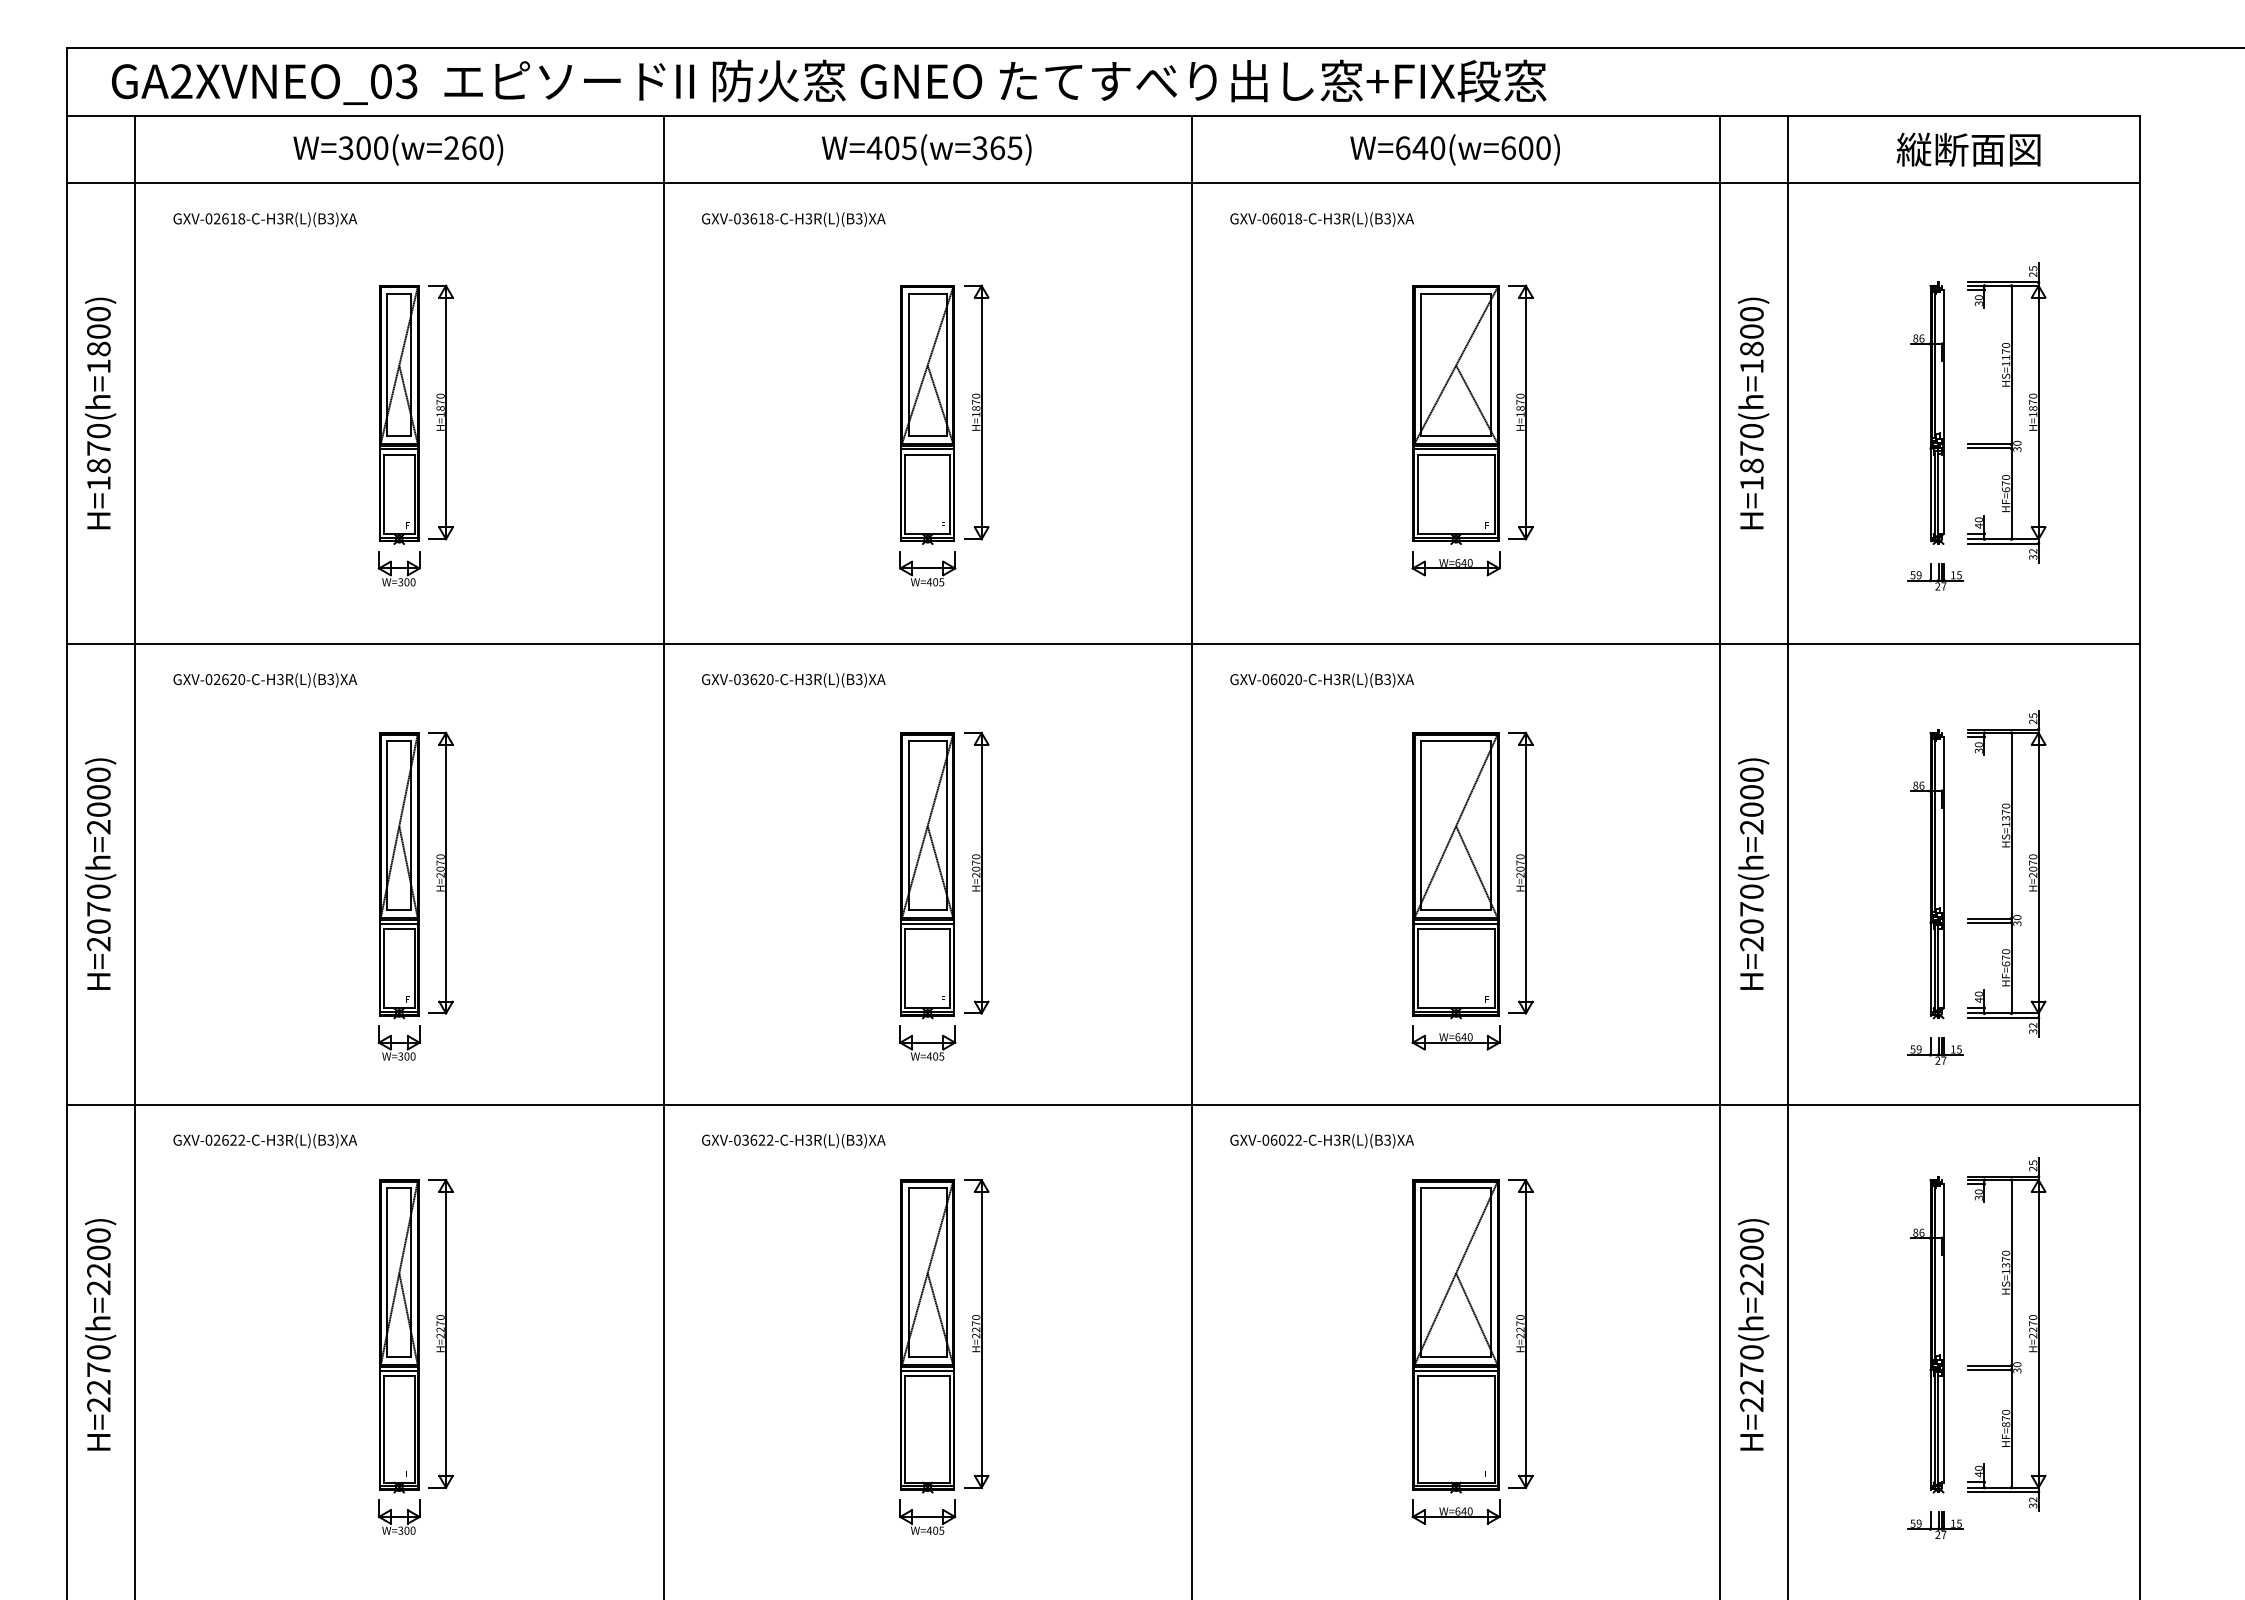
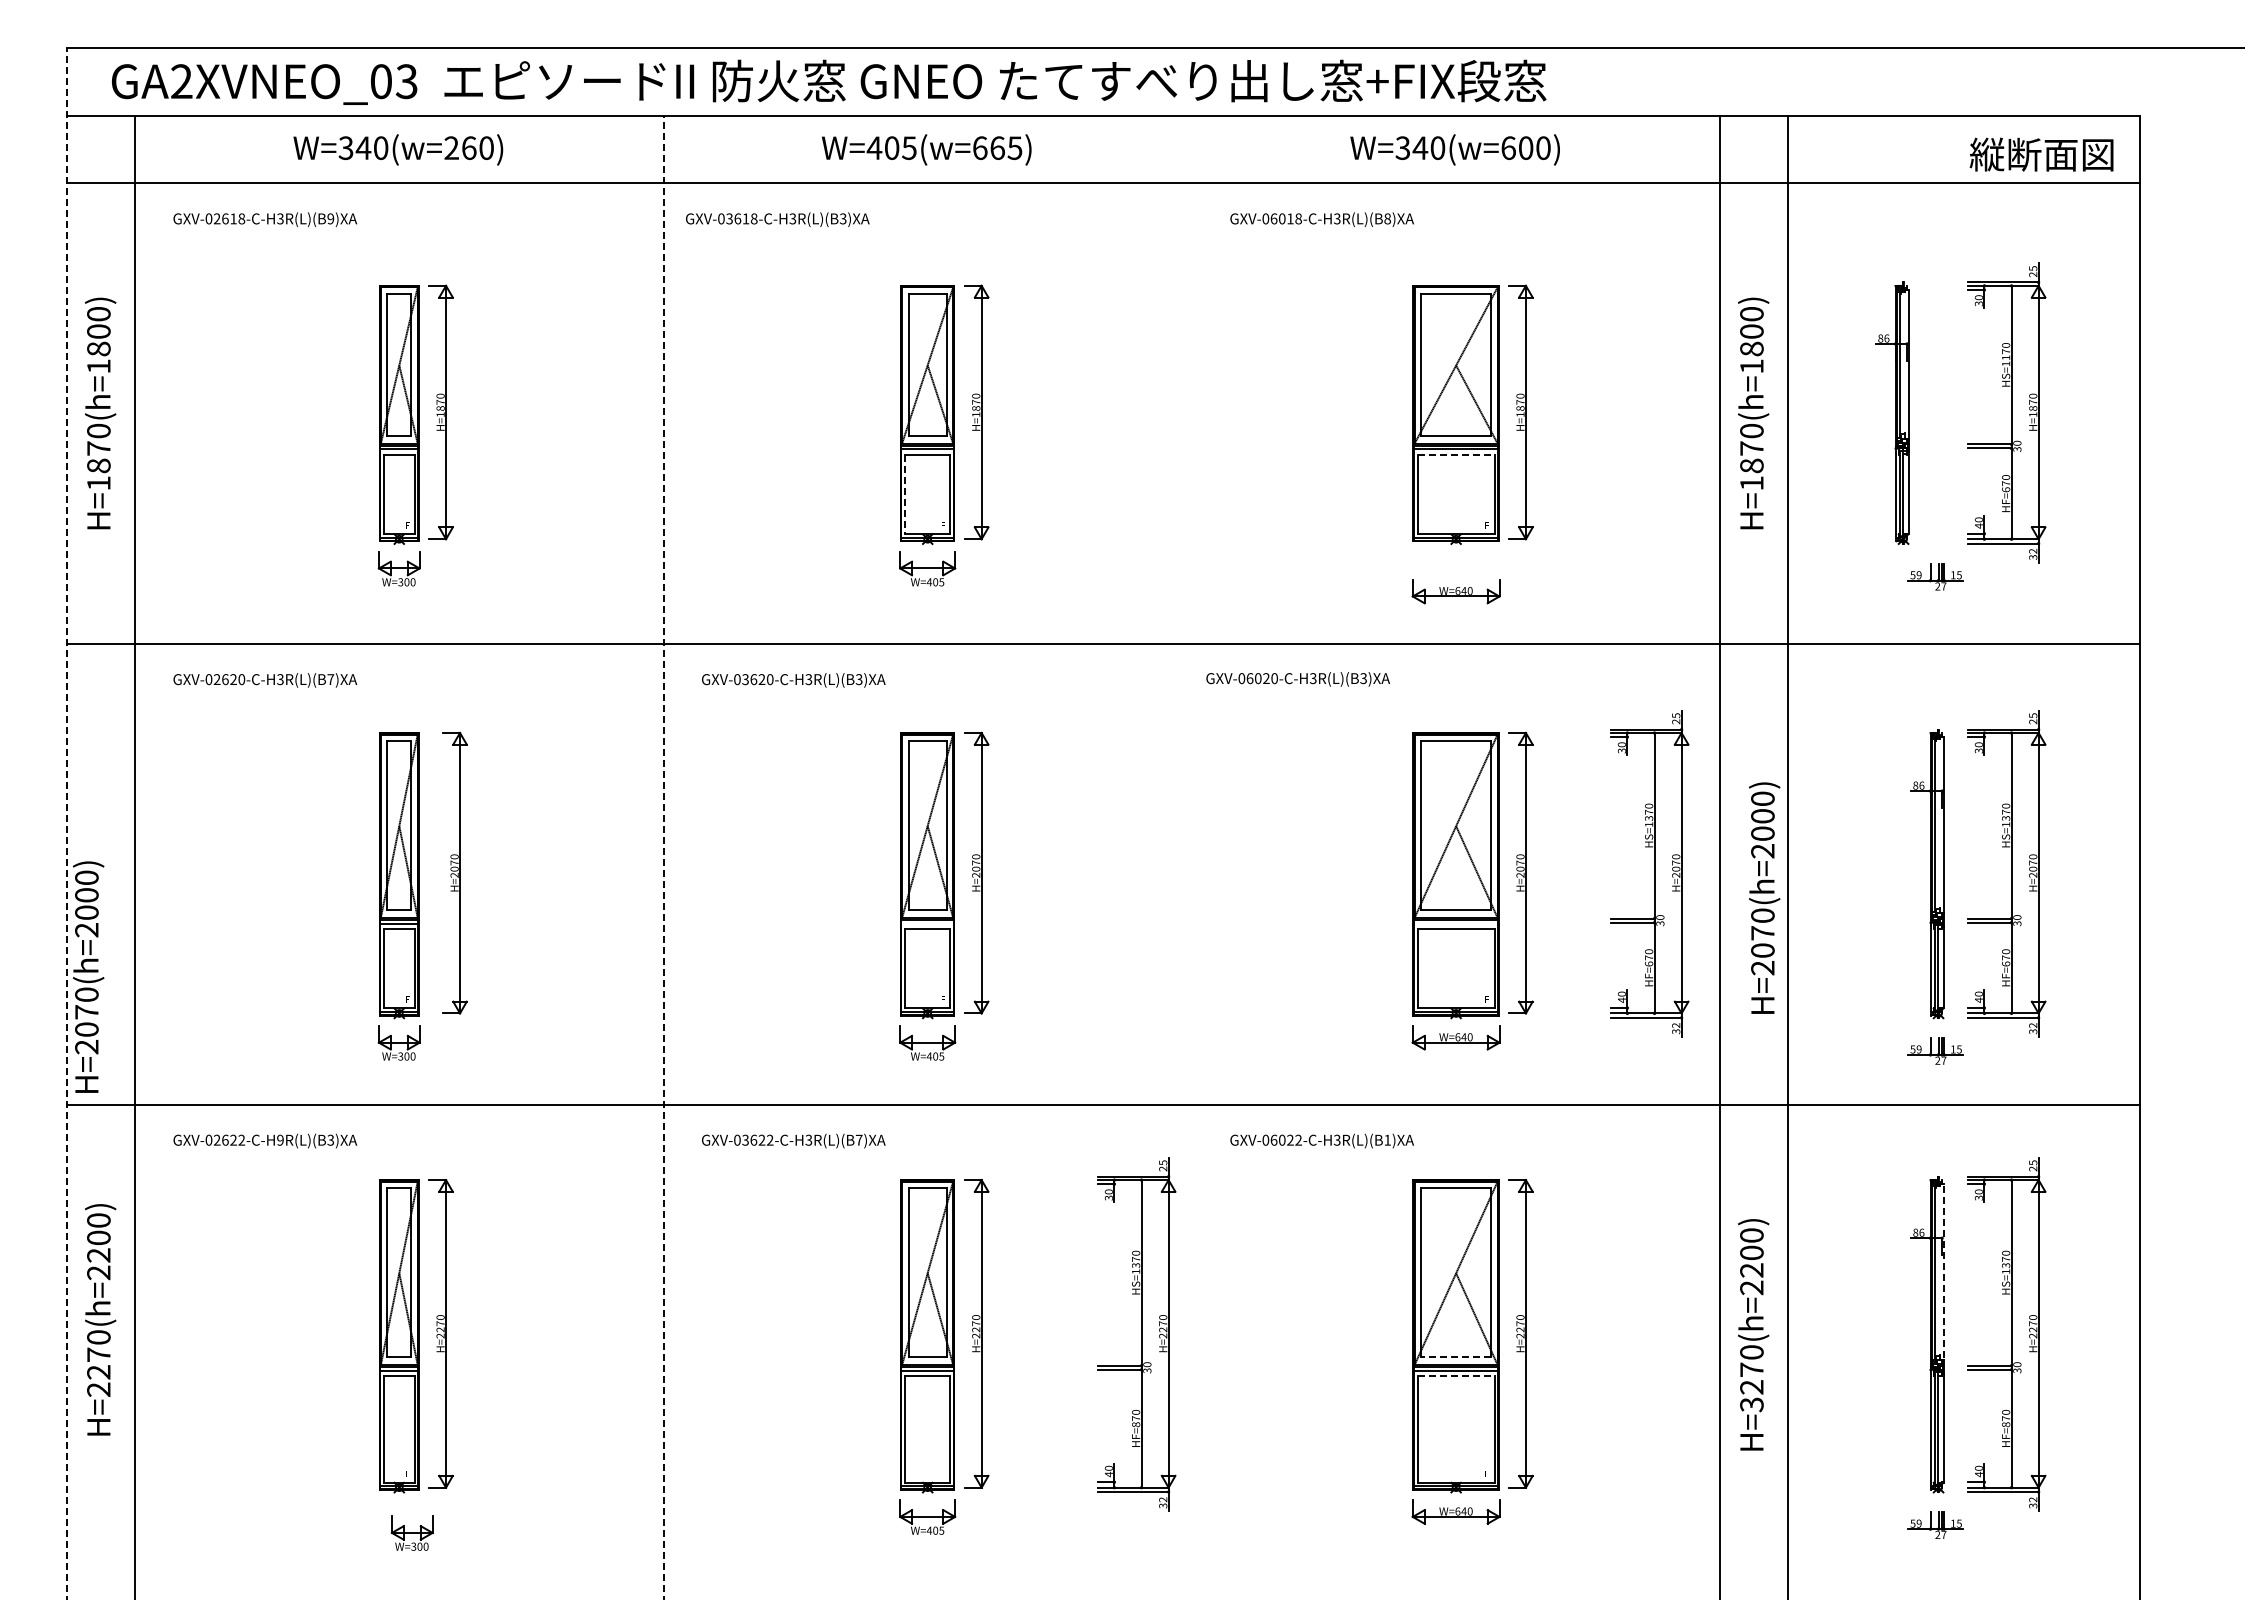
text at (1402, 147): W=640(w=600) -> W=340(w=600)
text at (363, 148): W=300(w=260) -> W=340(w=260)
text at (979, 148): W=405(w=365) -> W=405(w=665)
text at (1968, 149) position: (1968, 149) -> (2041, 154)
text at (330, 218): GXV-02618-C-H3R(L)(B3)XA -> GXV-02618-C-H3R(L)(B9)XA
text at (1387, 218): GXV-06018-C-H3R(L)(B3)XA -> GXV-06018-C-H3R(L)(B8)XA
text at (793, 219) position: (793, 219) -> (777, 219)
part at (1927, 412) position: (1927, 412) -> (1892, 412)
line at (1456, 454): solid -> dashed
line at (905, 494): solid -> dashed
part at (1455, 563) position: (1455, 563) -> (1455, 591)
text at (330, 679): GXV-02620-C-H3R(L)(B3)XA -> GXV-02620-C-H3R(L)(B7)XA
text at (1321, 680) position: (1321, 680) -> (1297, 679)
line at (67, 823): solid -> dashed
line at (1191, 855): present -> none
line at (663, 857): solid -> dashed
part at (440, 872) position: (440, 872) -> (454, 872)
text at (100, 873) position: (100, 873) -> (88, 976)
part at (1649, 873): none -> present
text at (1753, 873) position: (1753, 873) -> (1764, 897)
line at (927, 923): present -> none
line at (1456, 923): present -> none
text at (858, 1139): GXV-03622-C-H3R(L)(B3)XA -> GXV-03622-C-H3R(L)(B7)XA
text at (1387, 1139): GXV-06022-C-H3R(L)(B3)XA -> GXV-06022-C-H3R(L)(B1)XA
text at (280, 1140): GXV-02622-C-H3R(L)(B3)XA -> GXV-02622-C-H9R(L)(B3)XA
line at (1944, 1272): solid -> dashed
text at (100, 1334) position: (100, 1334) -> (100, 1319)
part at (1136, 1334): none -> present
line at (1455, 1357): solid -> dashed
line at (1456, 1375): solid -> dashed
text at (1751, 1404): H=2270(h=2200) -> H=3270(h=2200)
part at (398, 1516) position: (398, 1516) -> (411, 1532)
